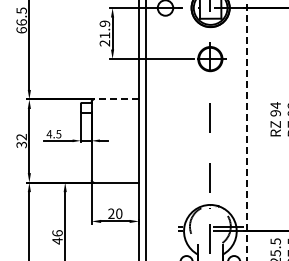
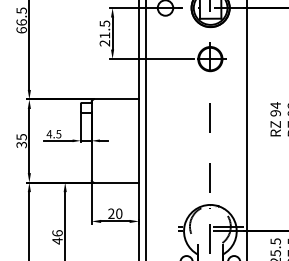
text at (104, 23): 21.9 -> 21.5
line at (116, 99): dashed -> solid
line at (247, 131): dashed -> solid
text at (21, 137): 32 -> 35
